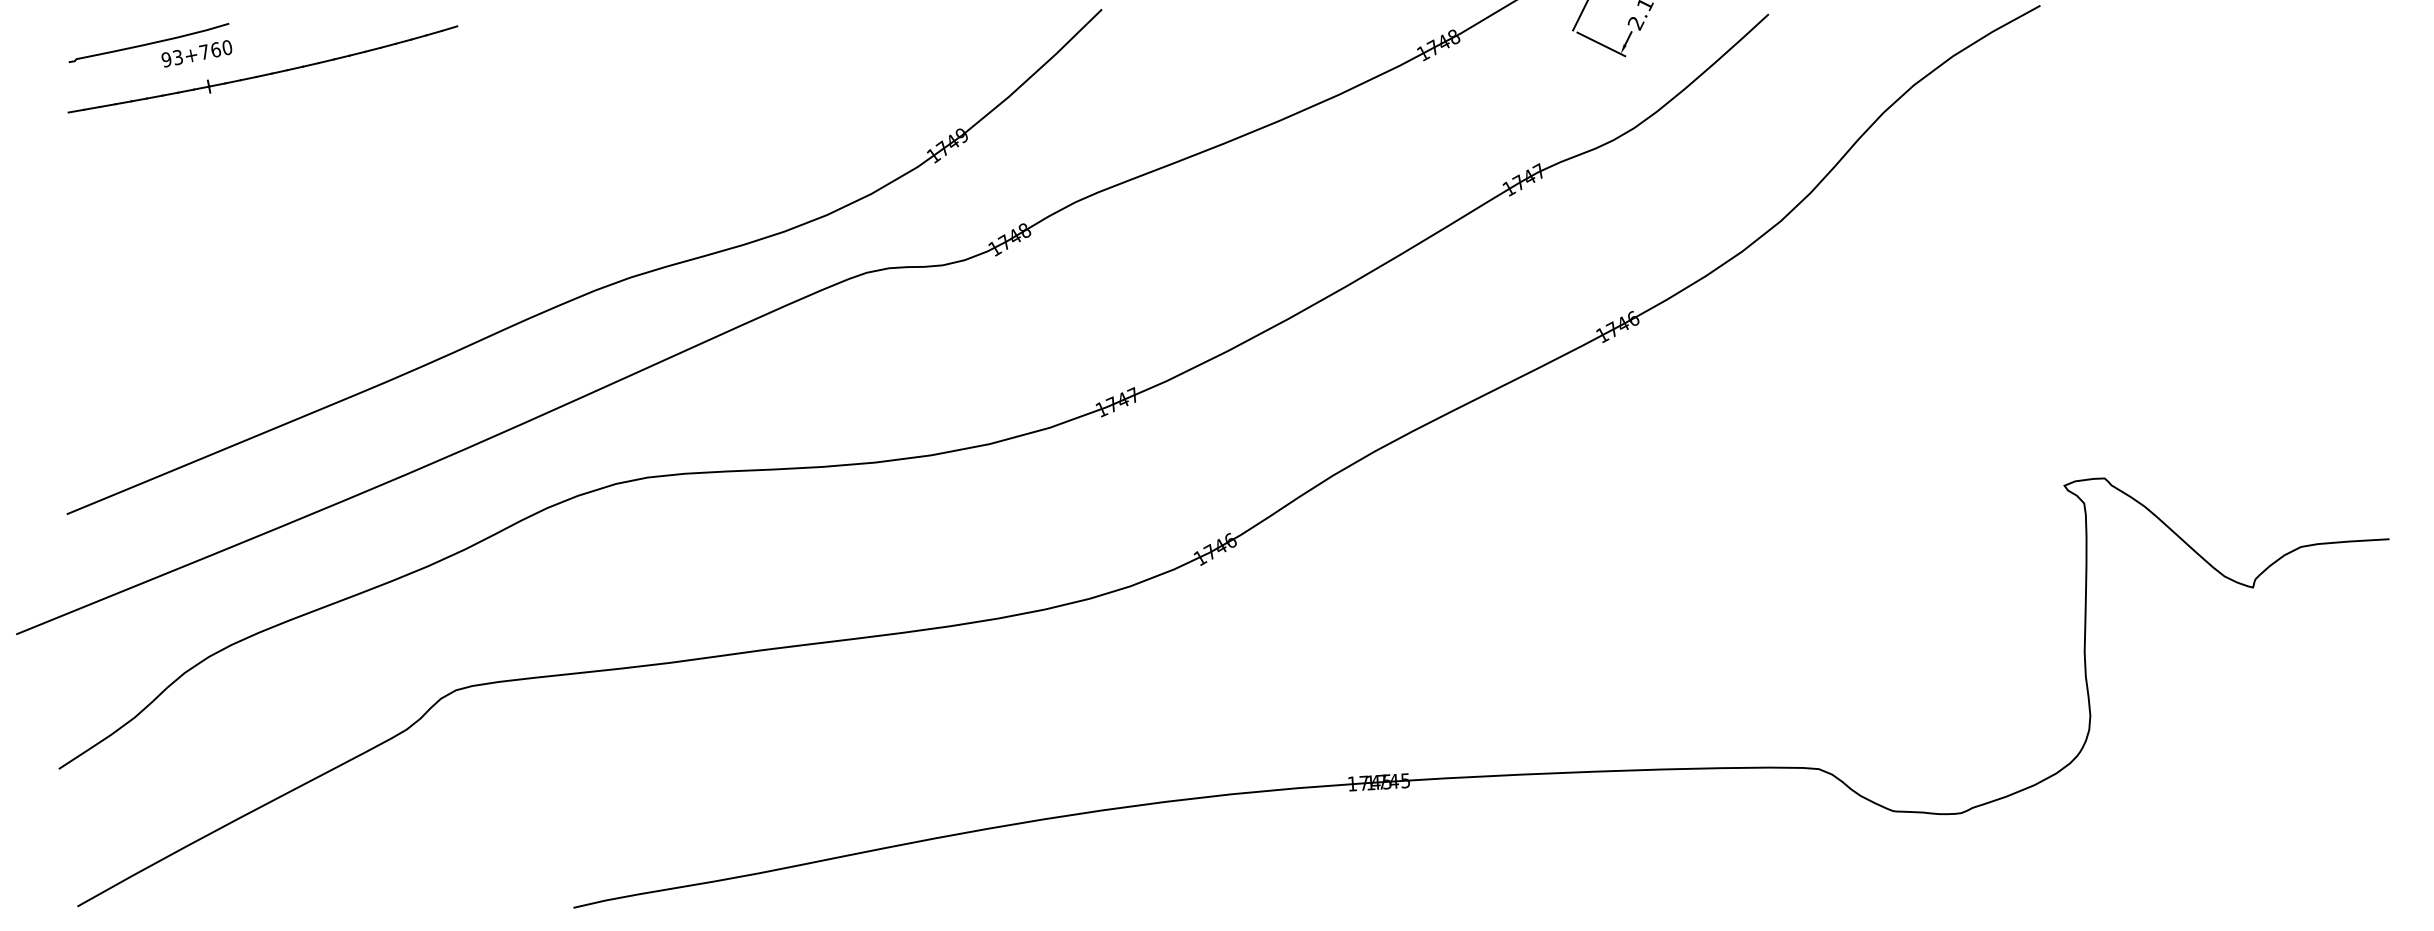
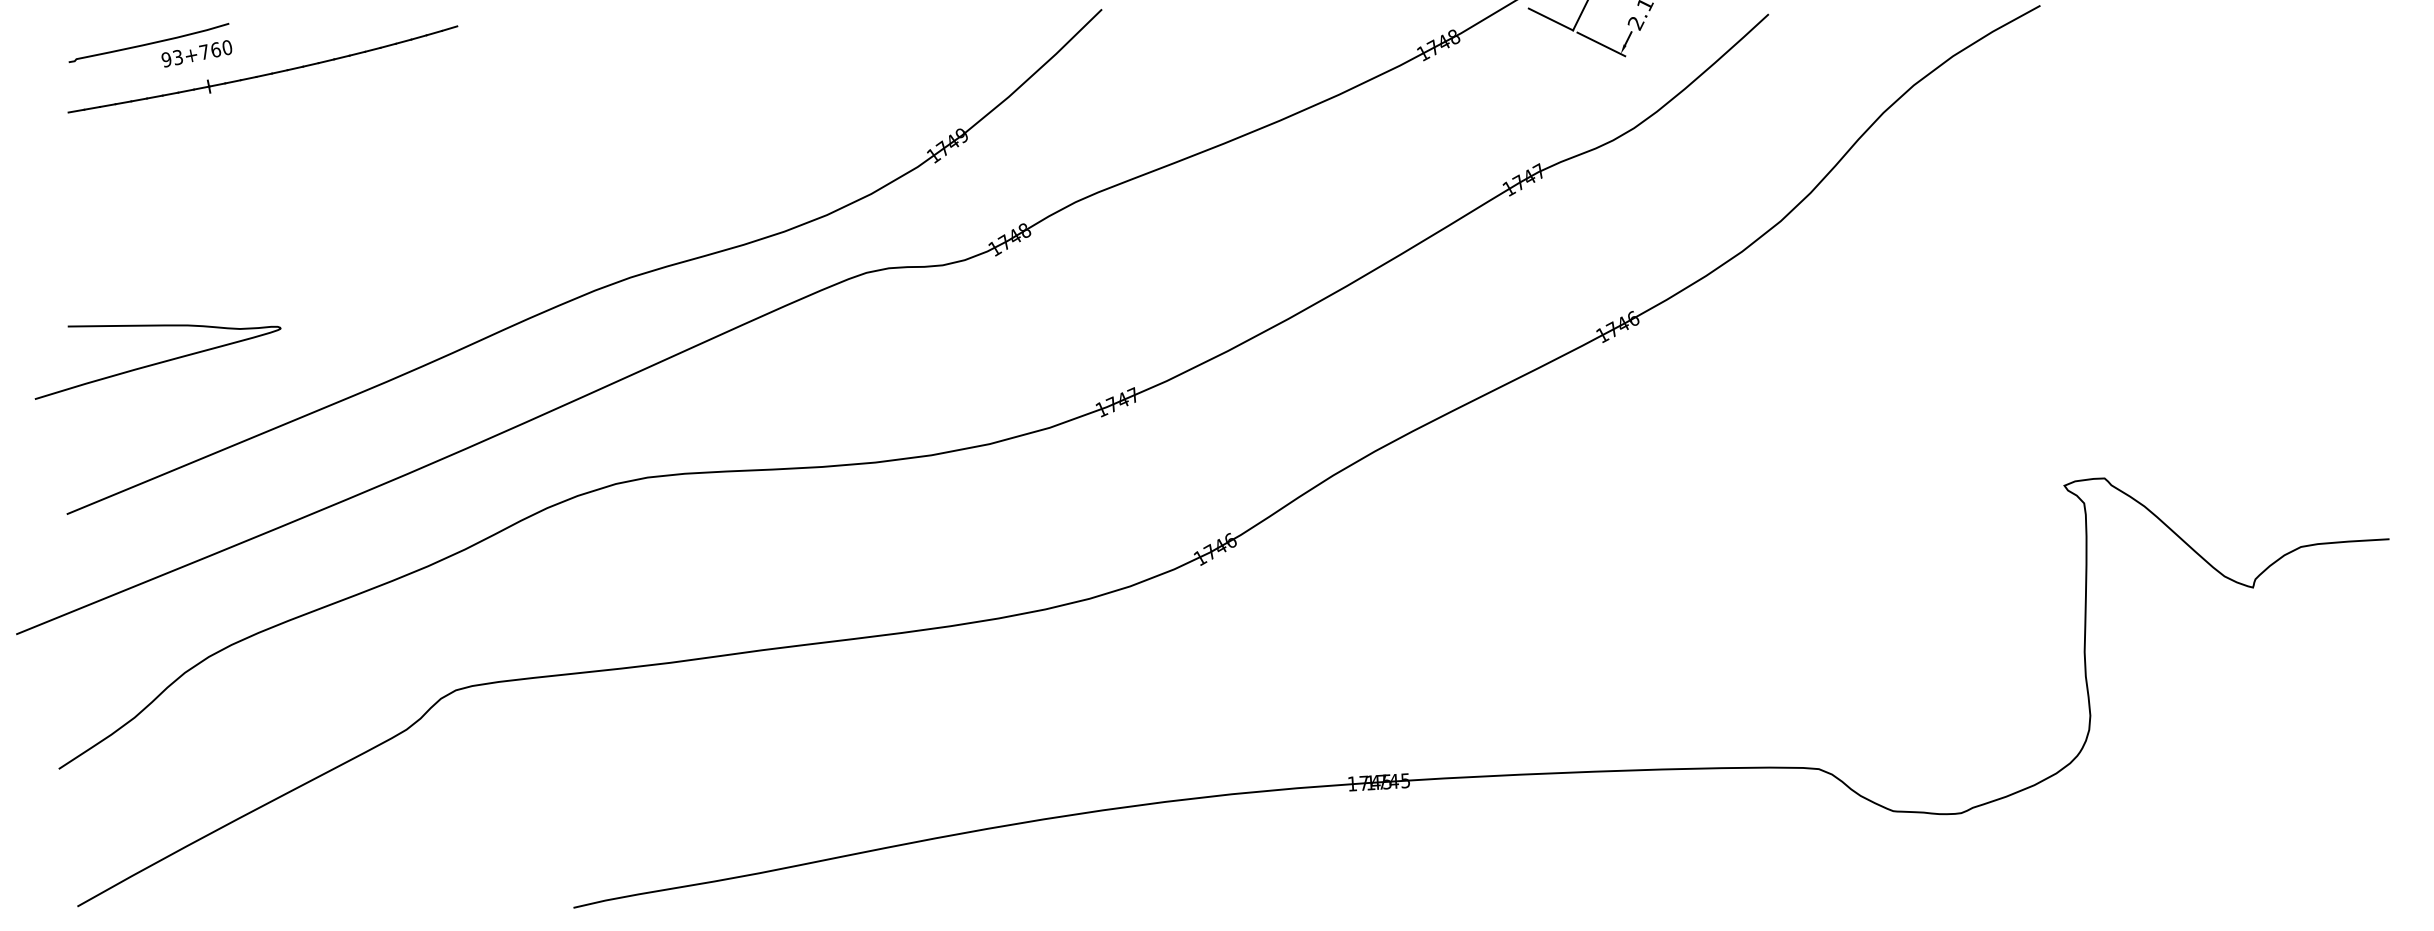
line at (1550, 19): none -> present
curve at (157, 362): none -> present
